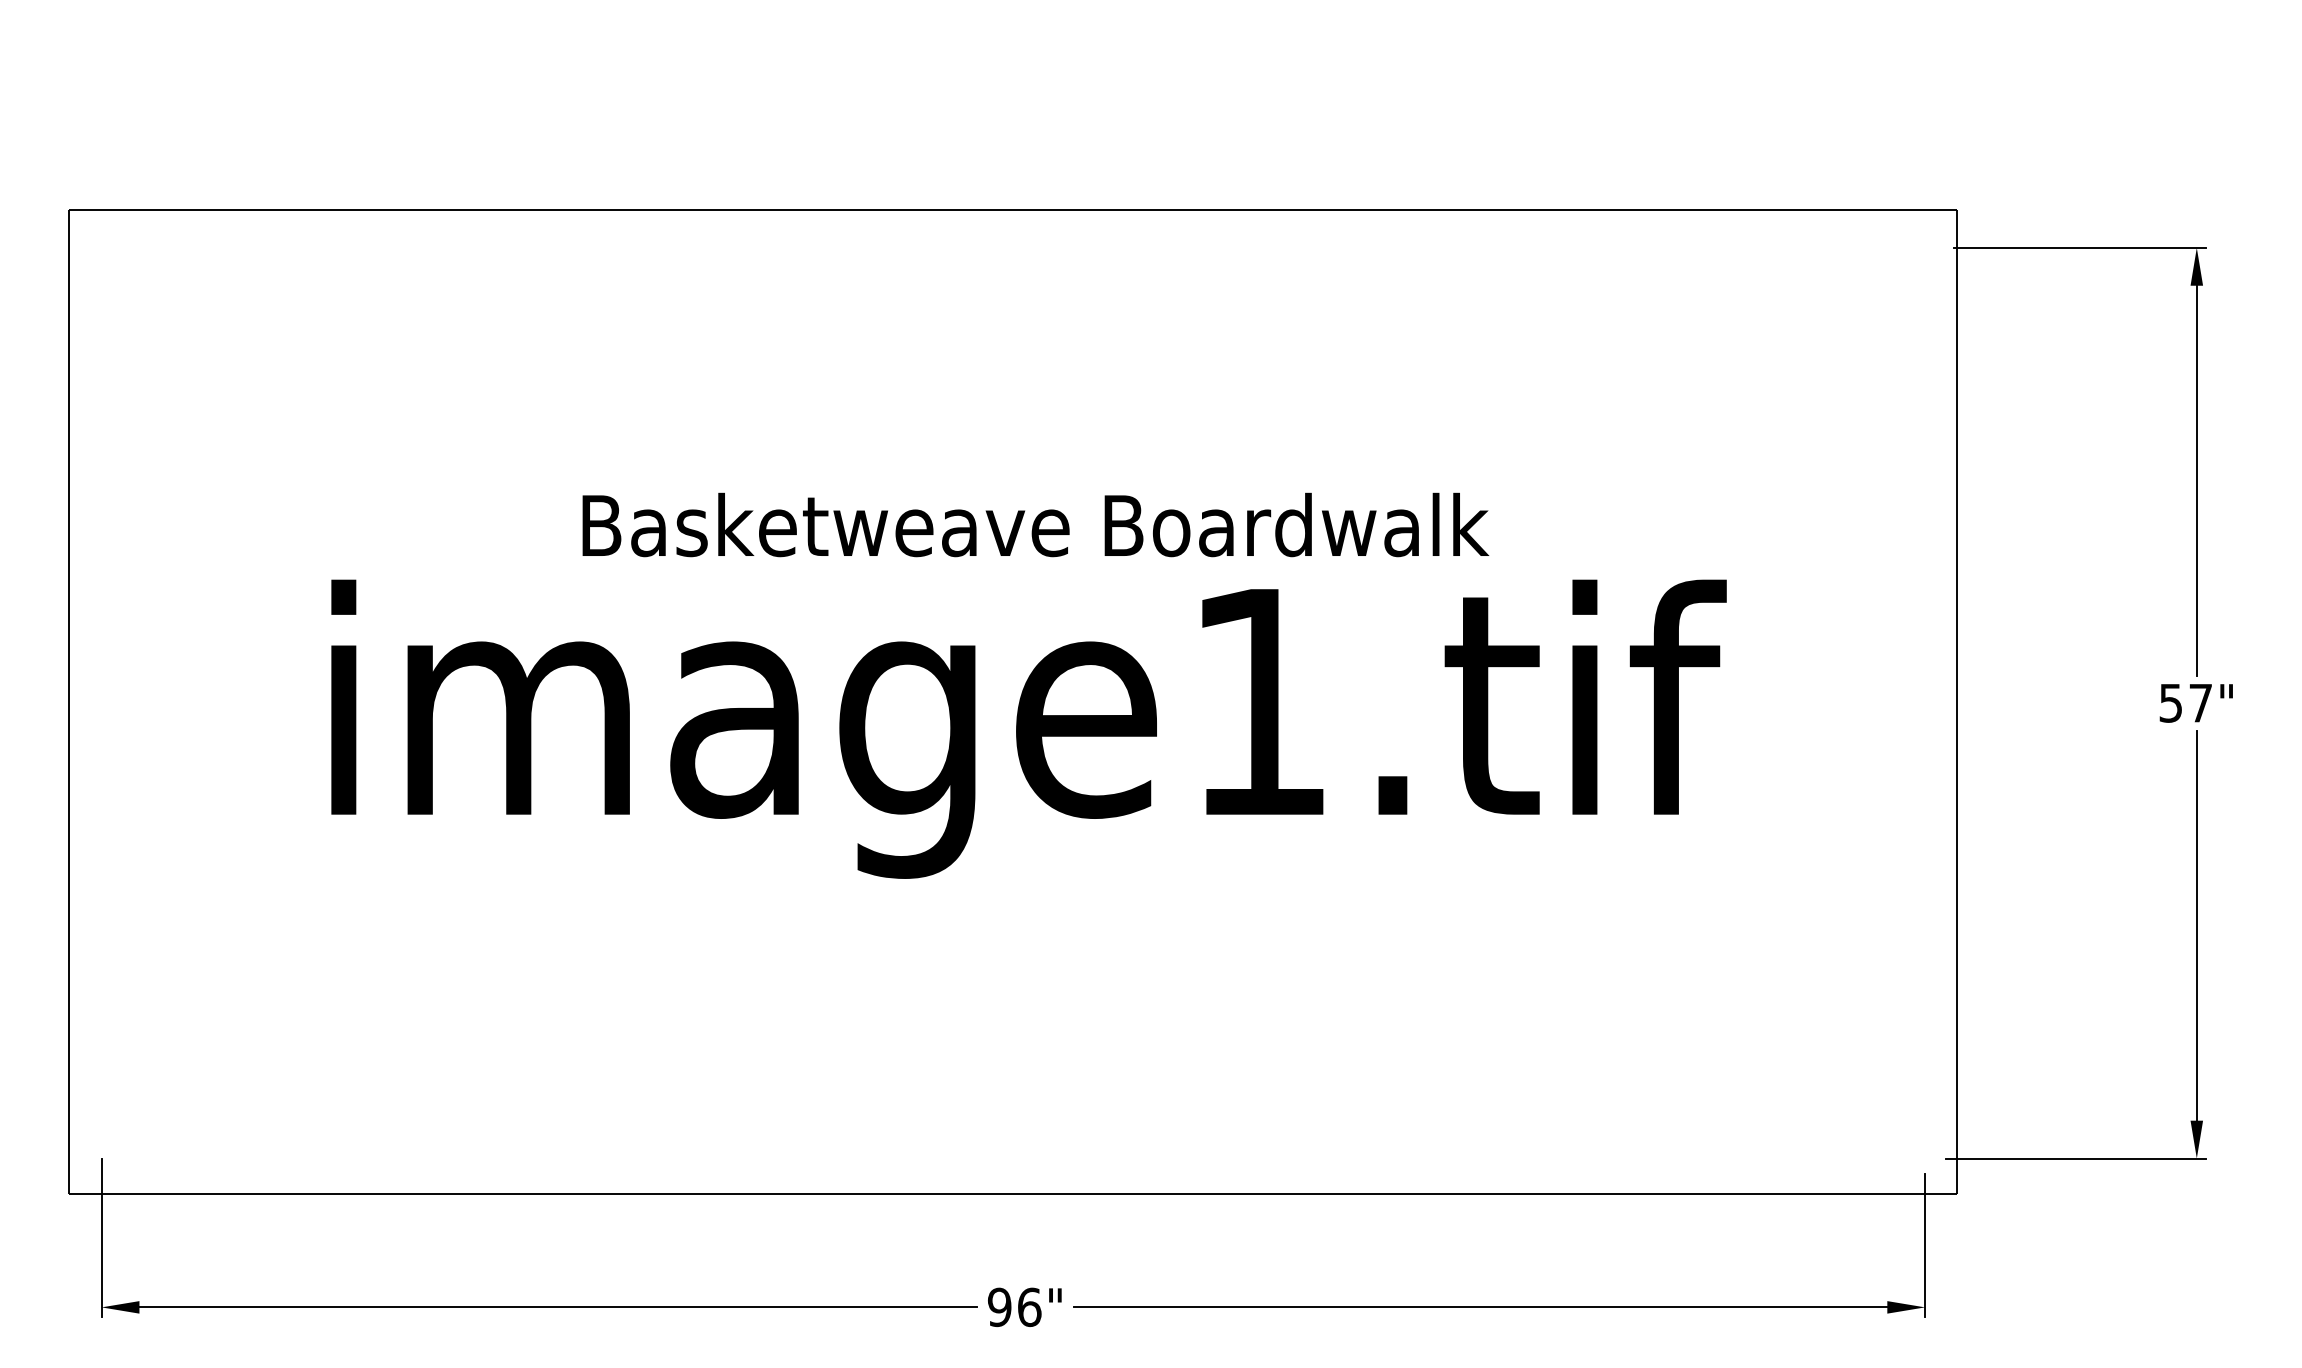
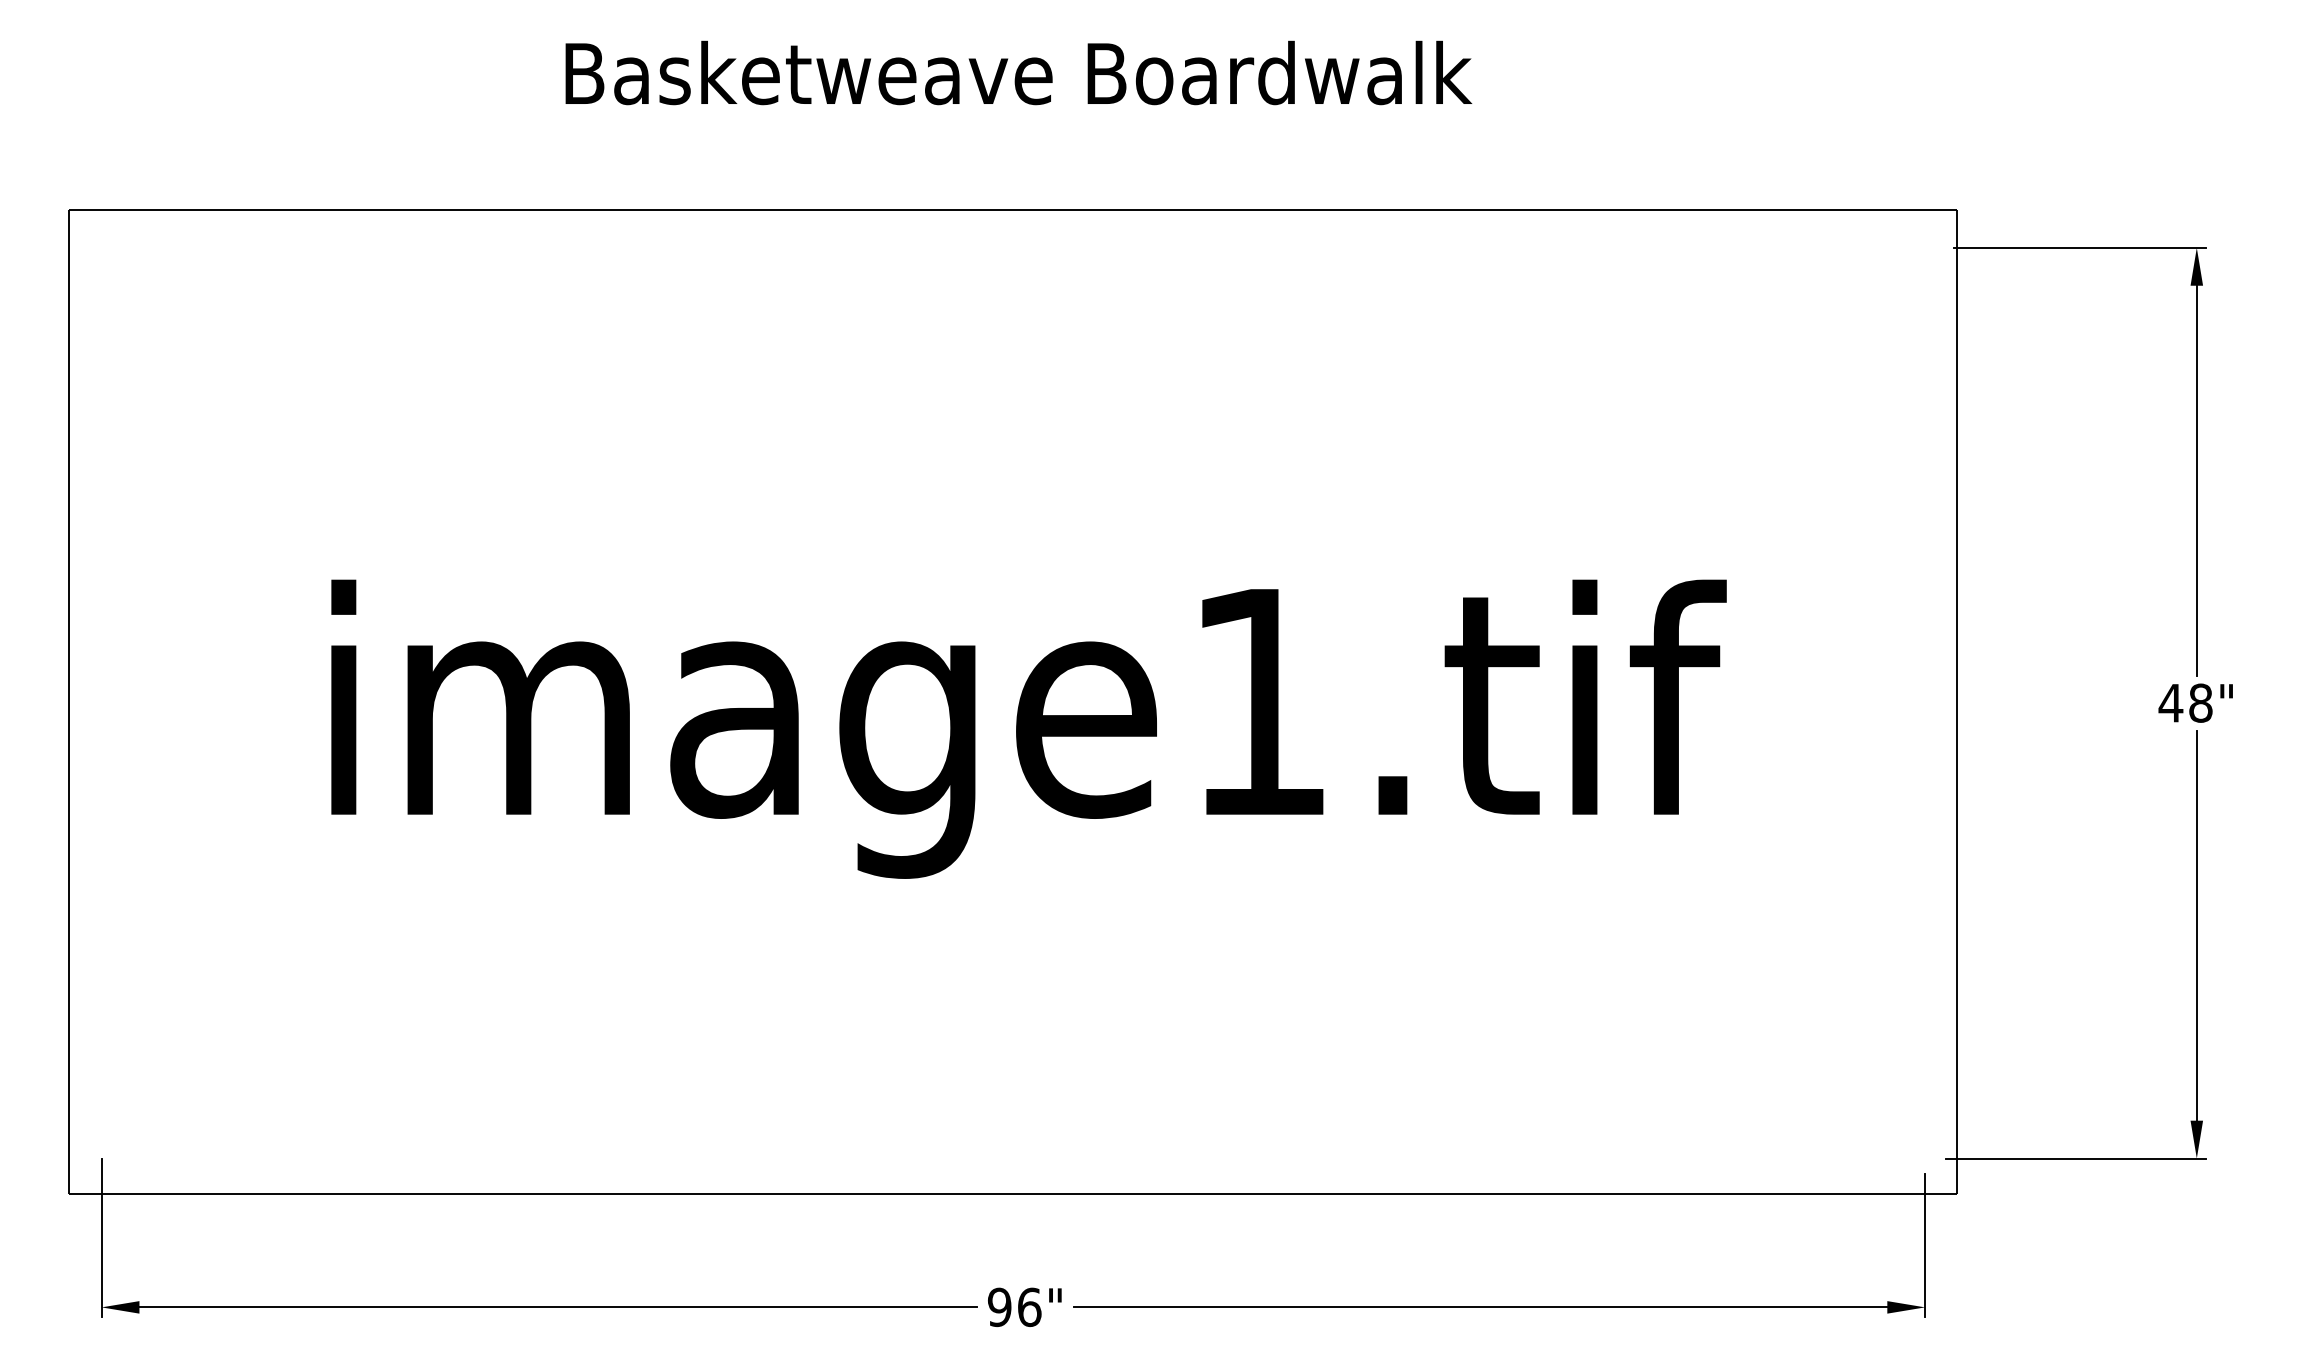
text at (1035, 524) position: (1035, 524) -> (1018, 72)
text at (2185, 702): 57" -> 48"
